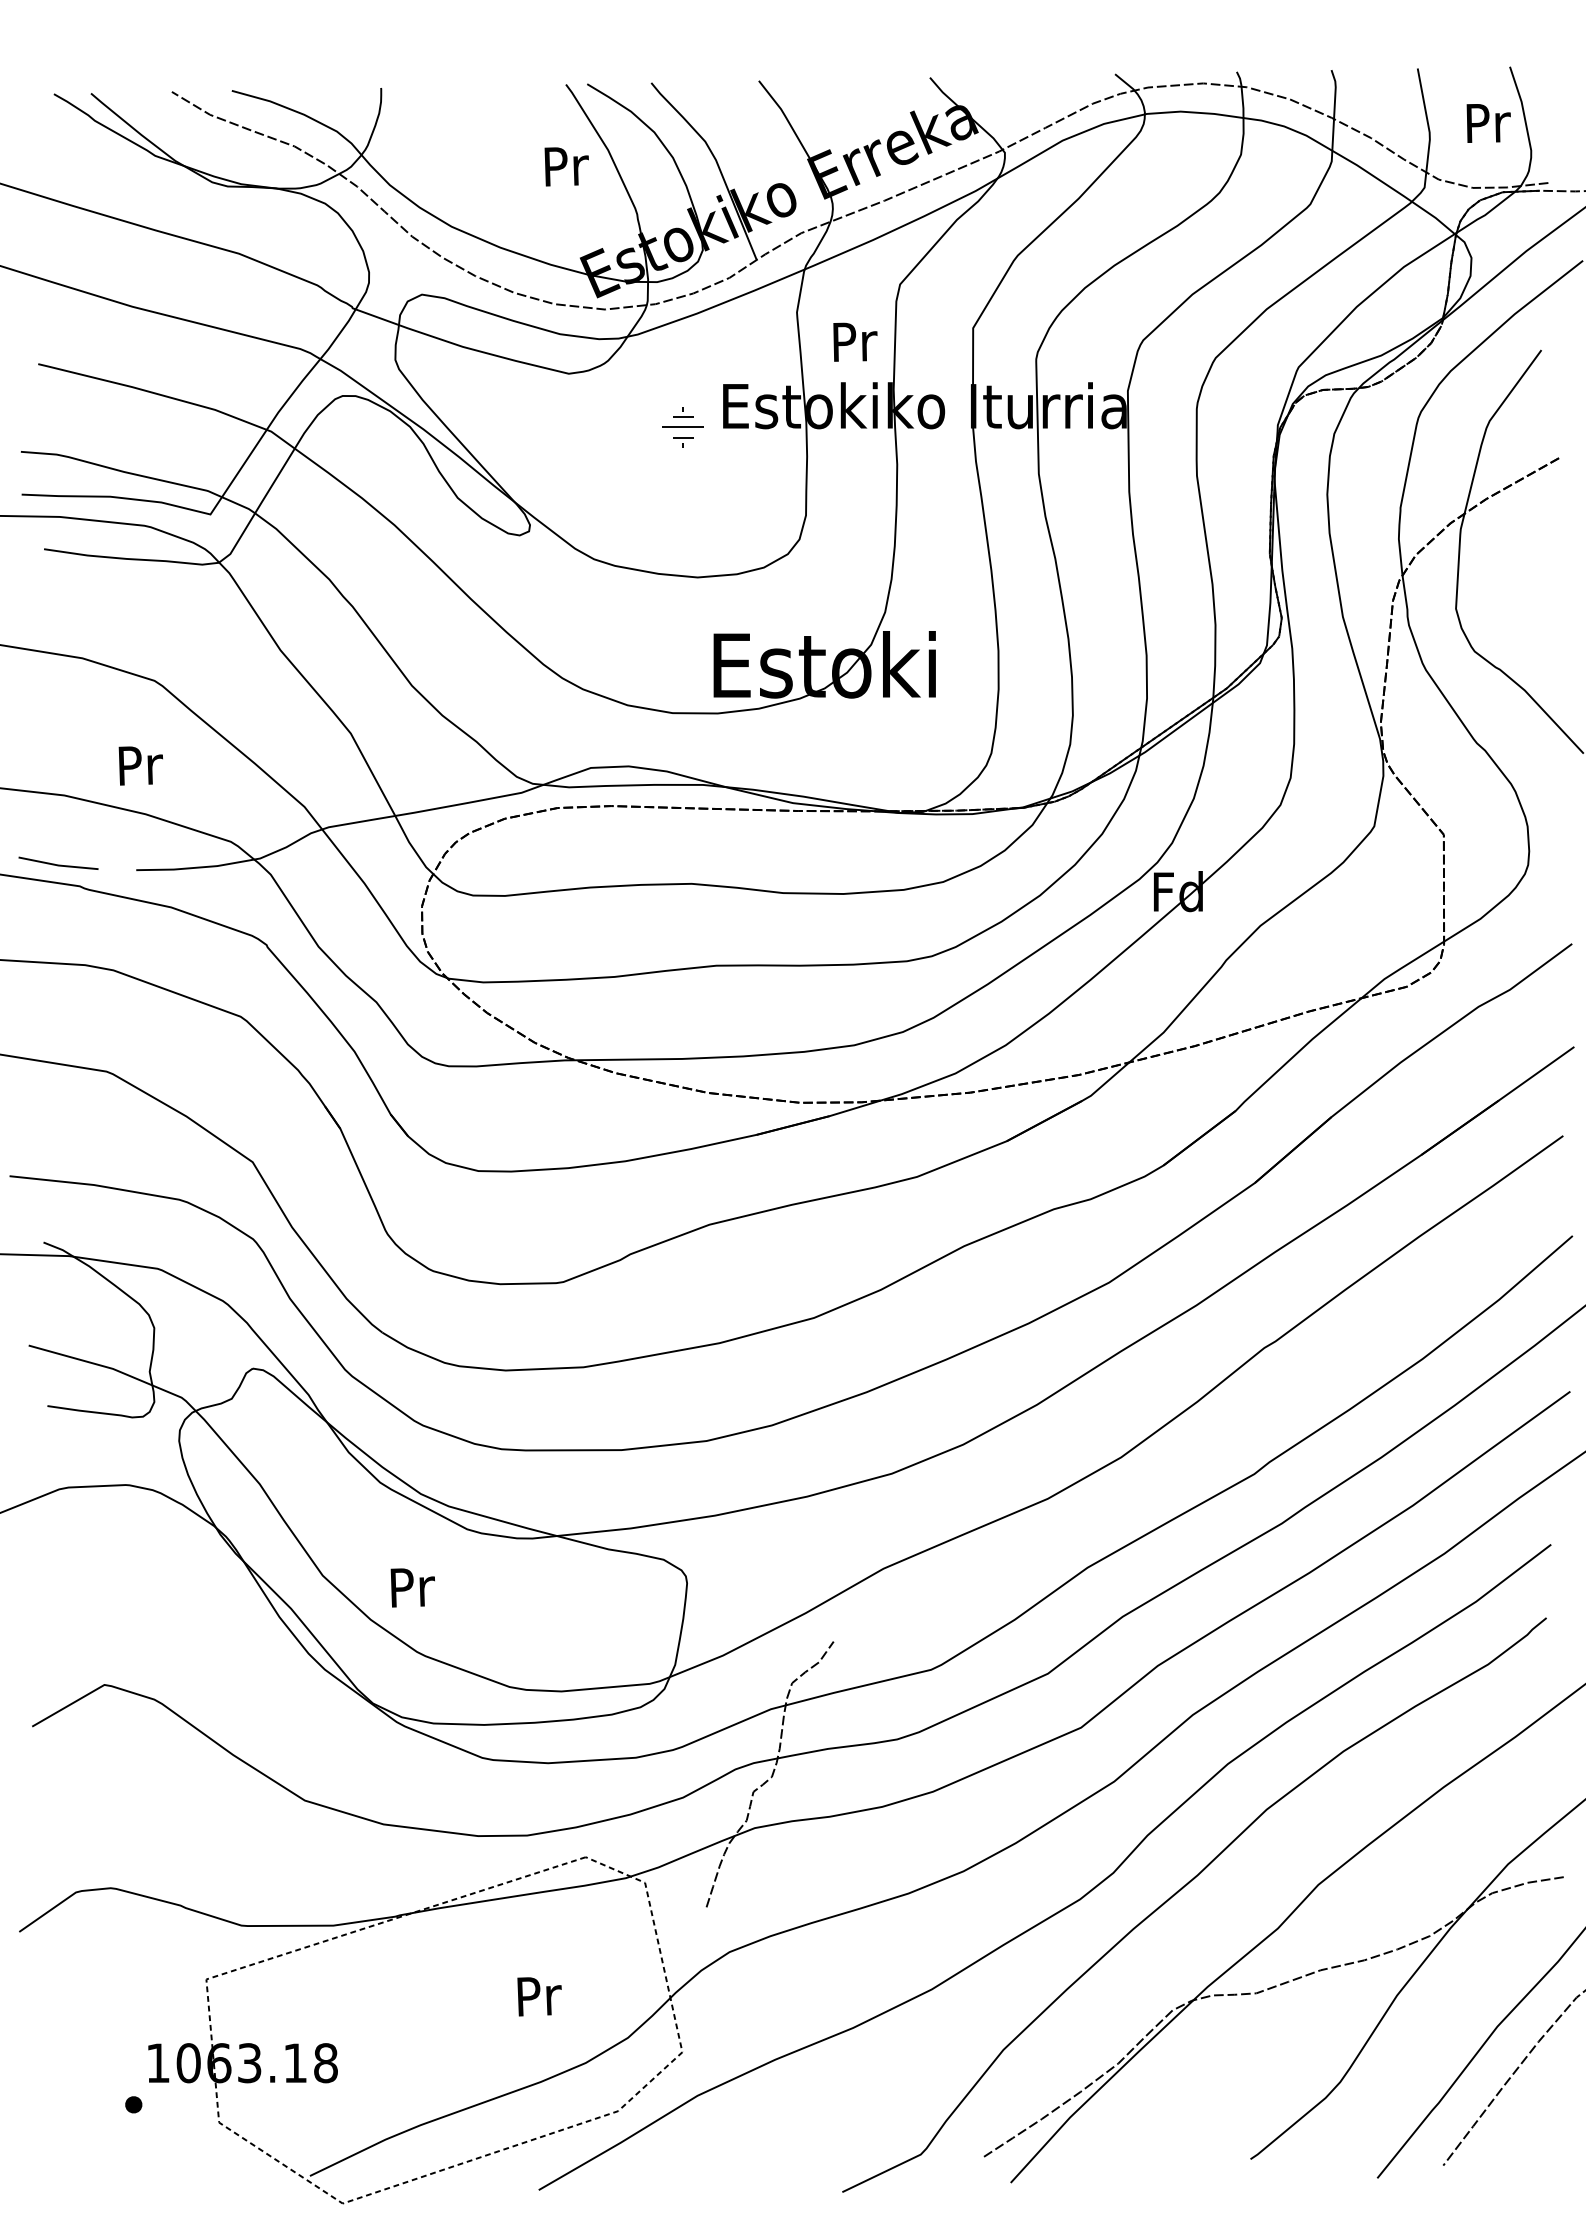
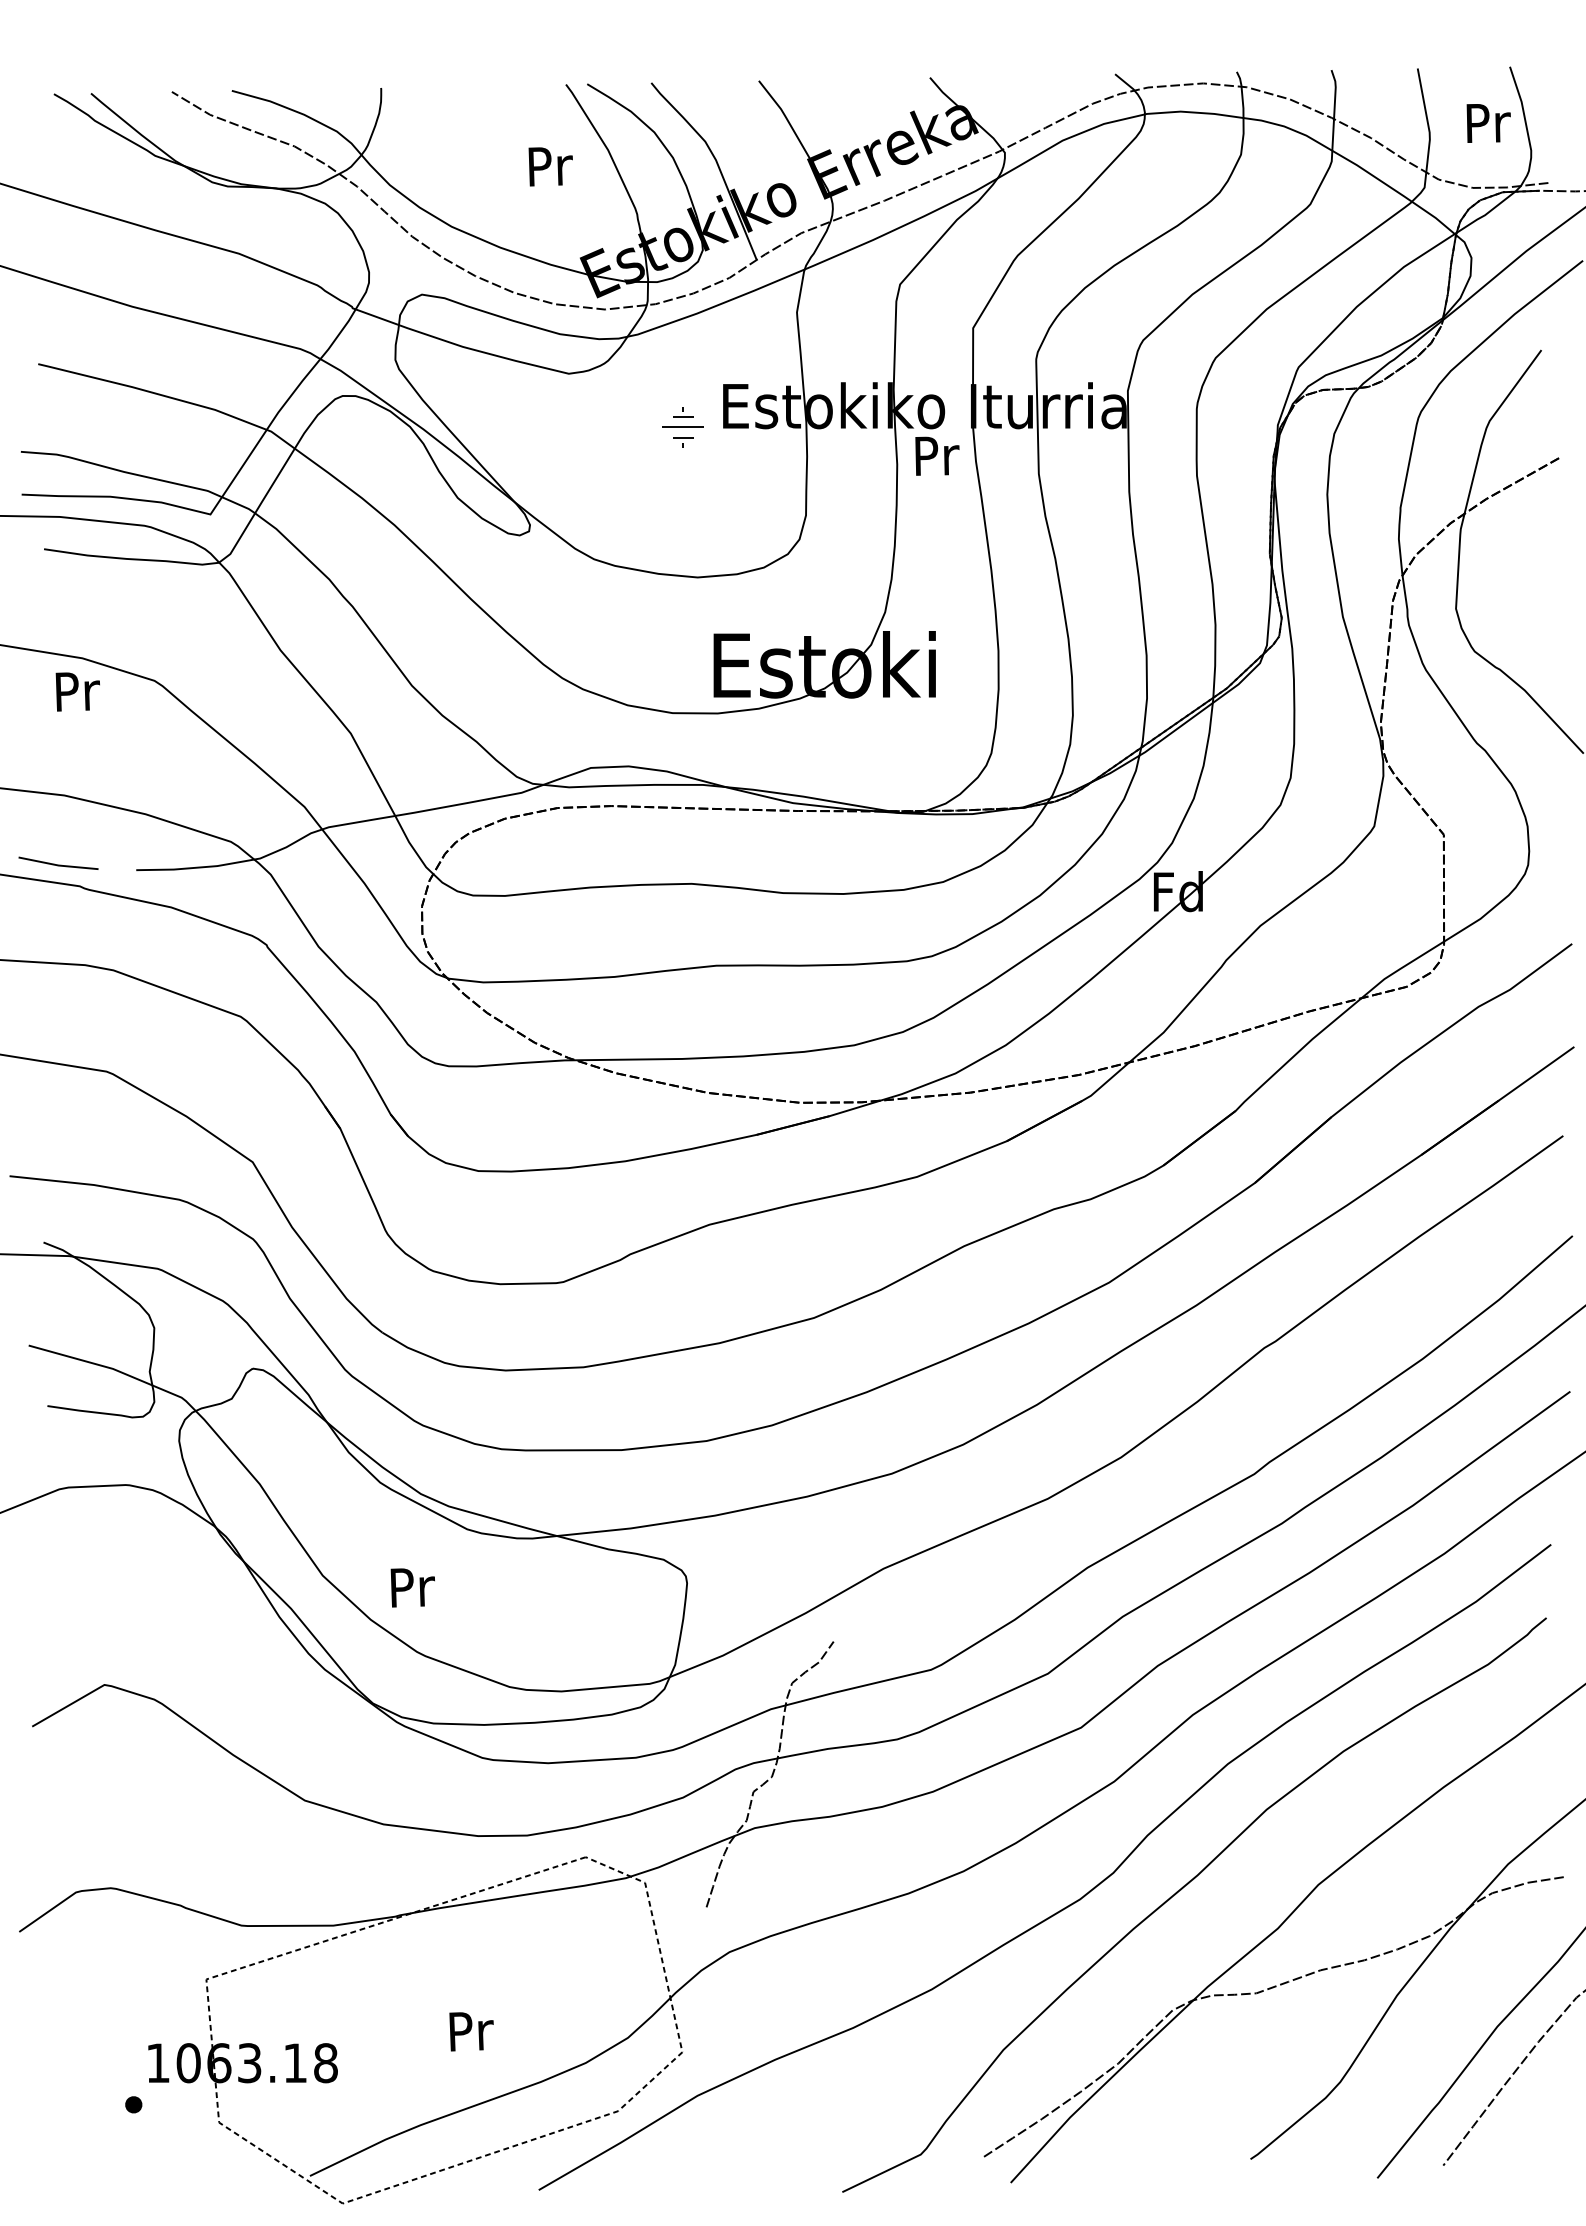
text at (566, 166) position: (566, 166) -> (550, 166)
text at (855, 341) position: (855, 341) -> (937, 455)
text at (140, 765) position: (140, 765) -> (77, 691)
text at (539, 1996) position: (539, 1996) -> (471, 2031)
